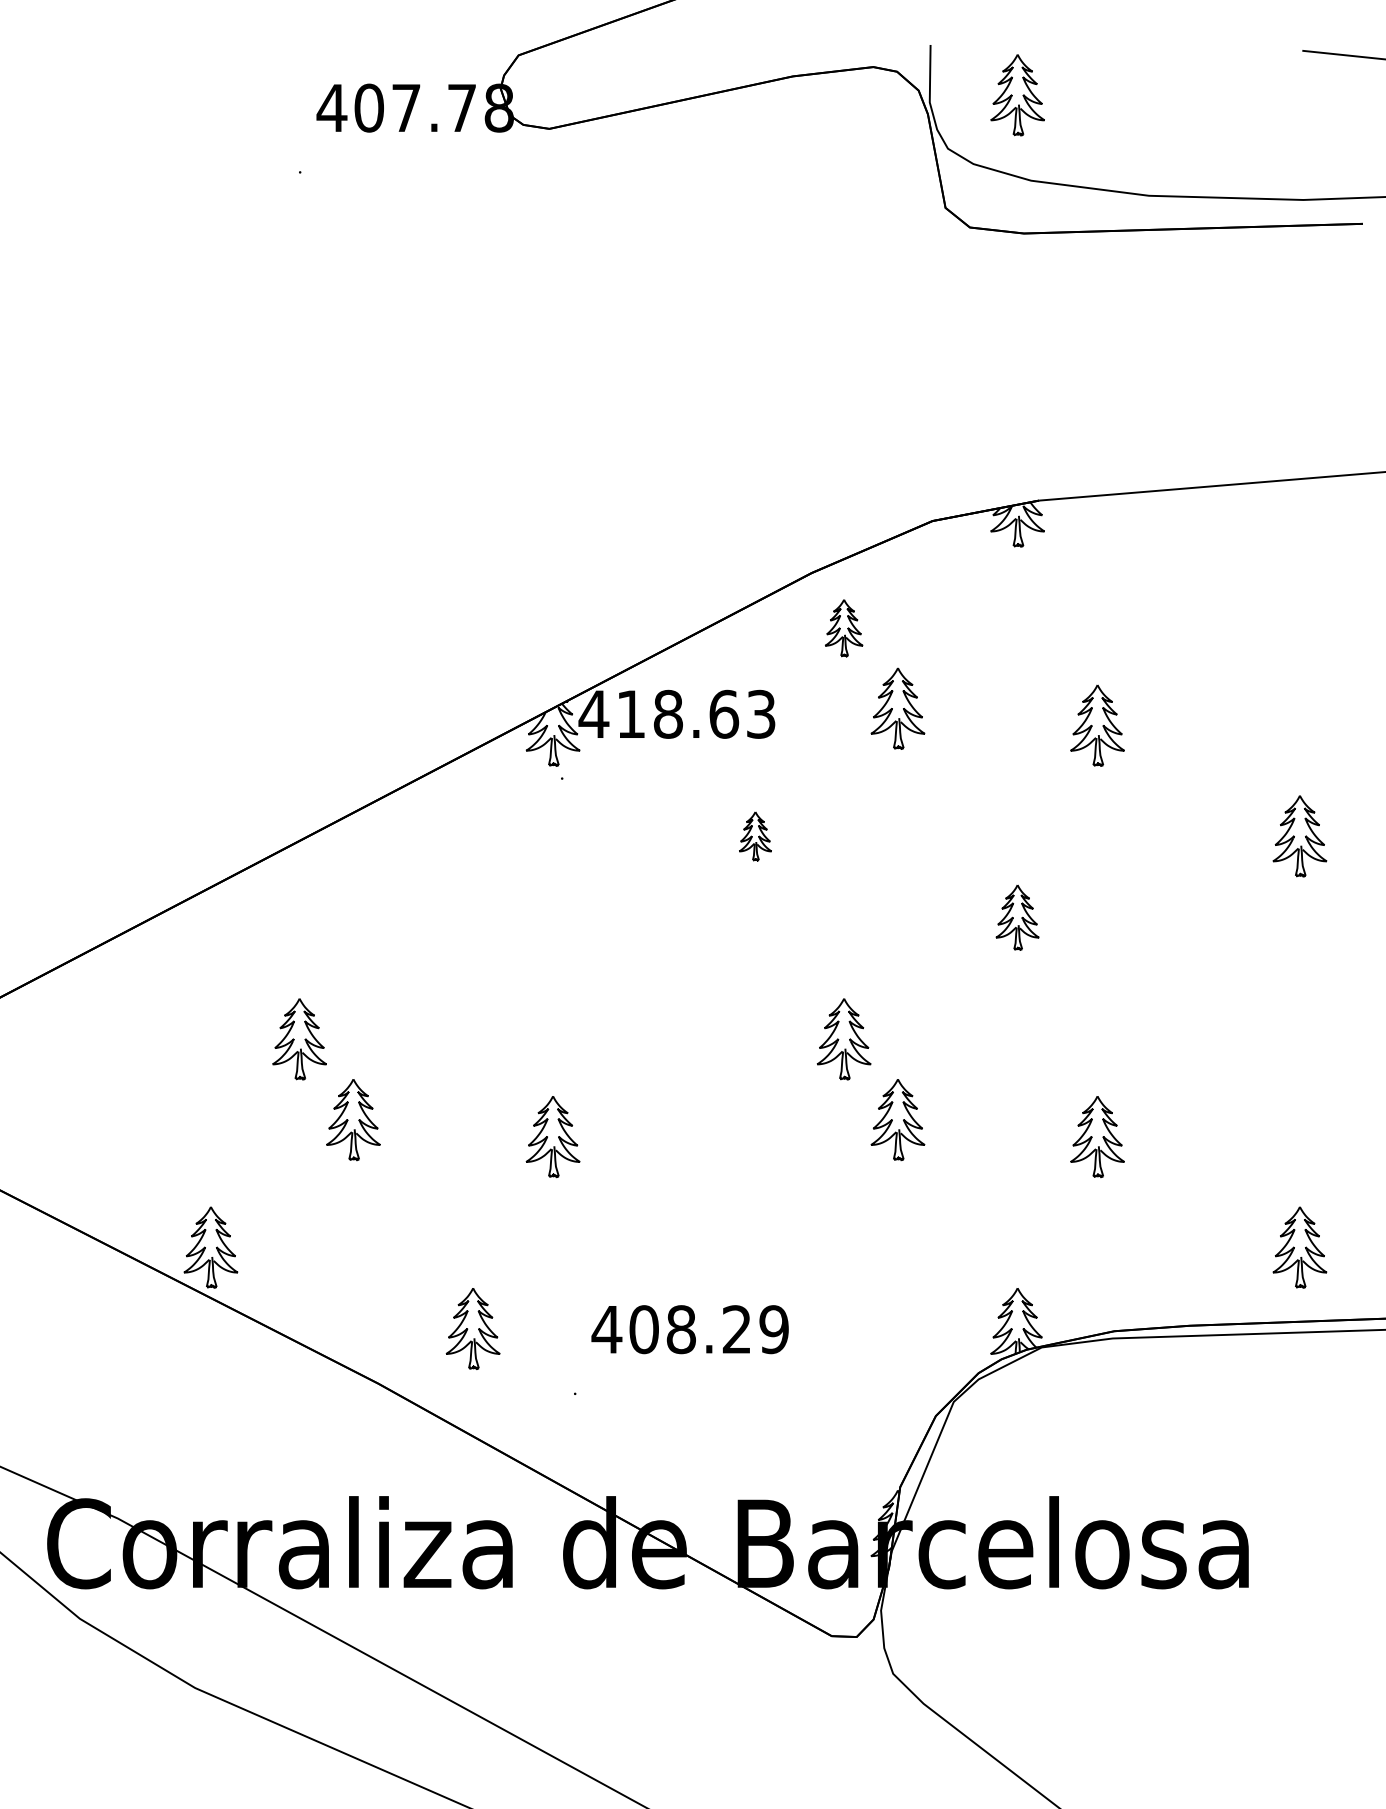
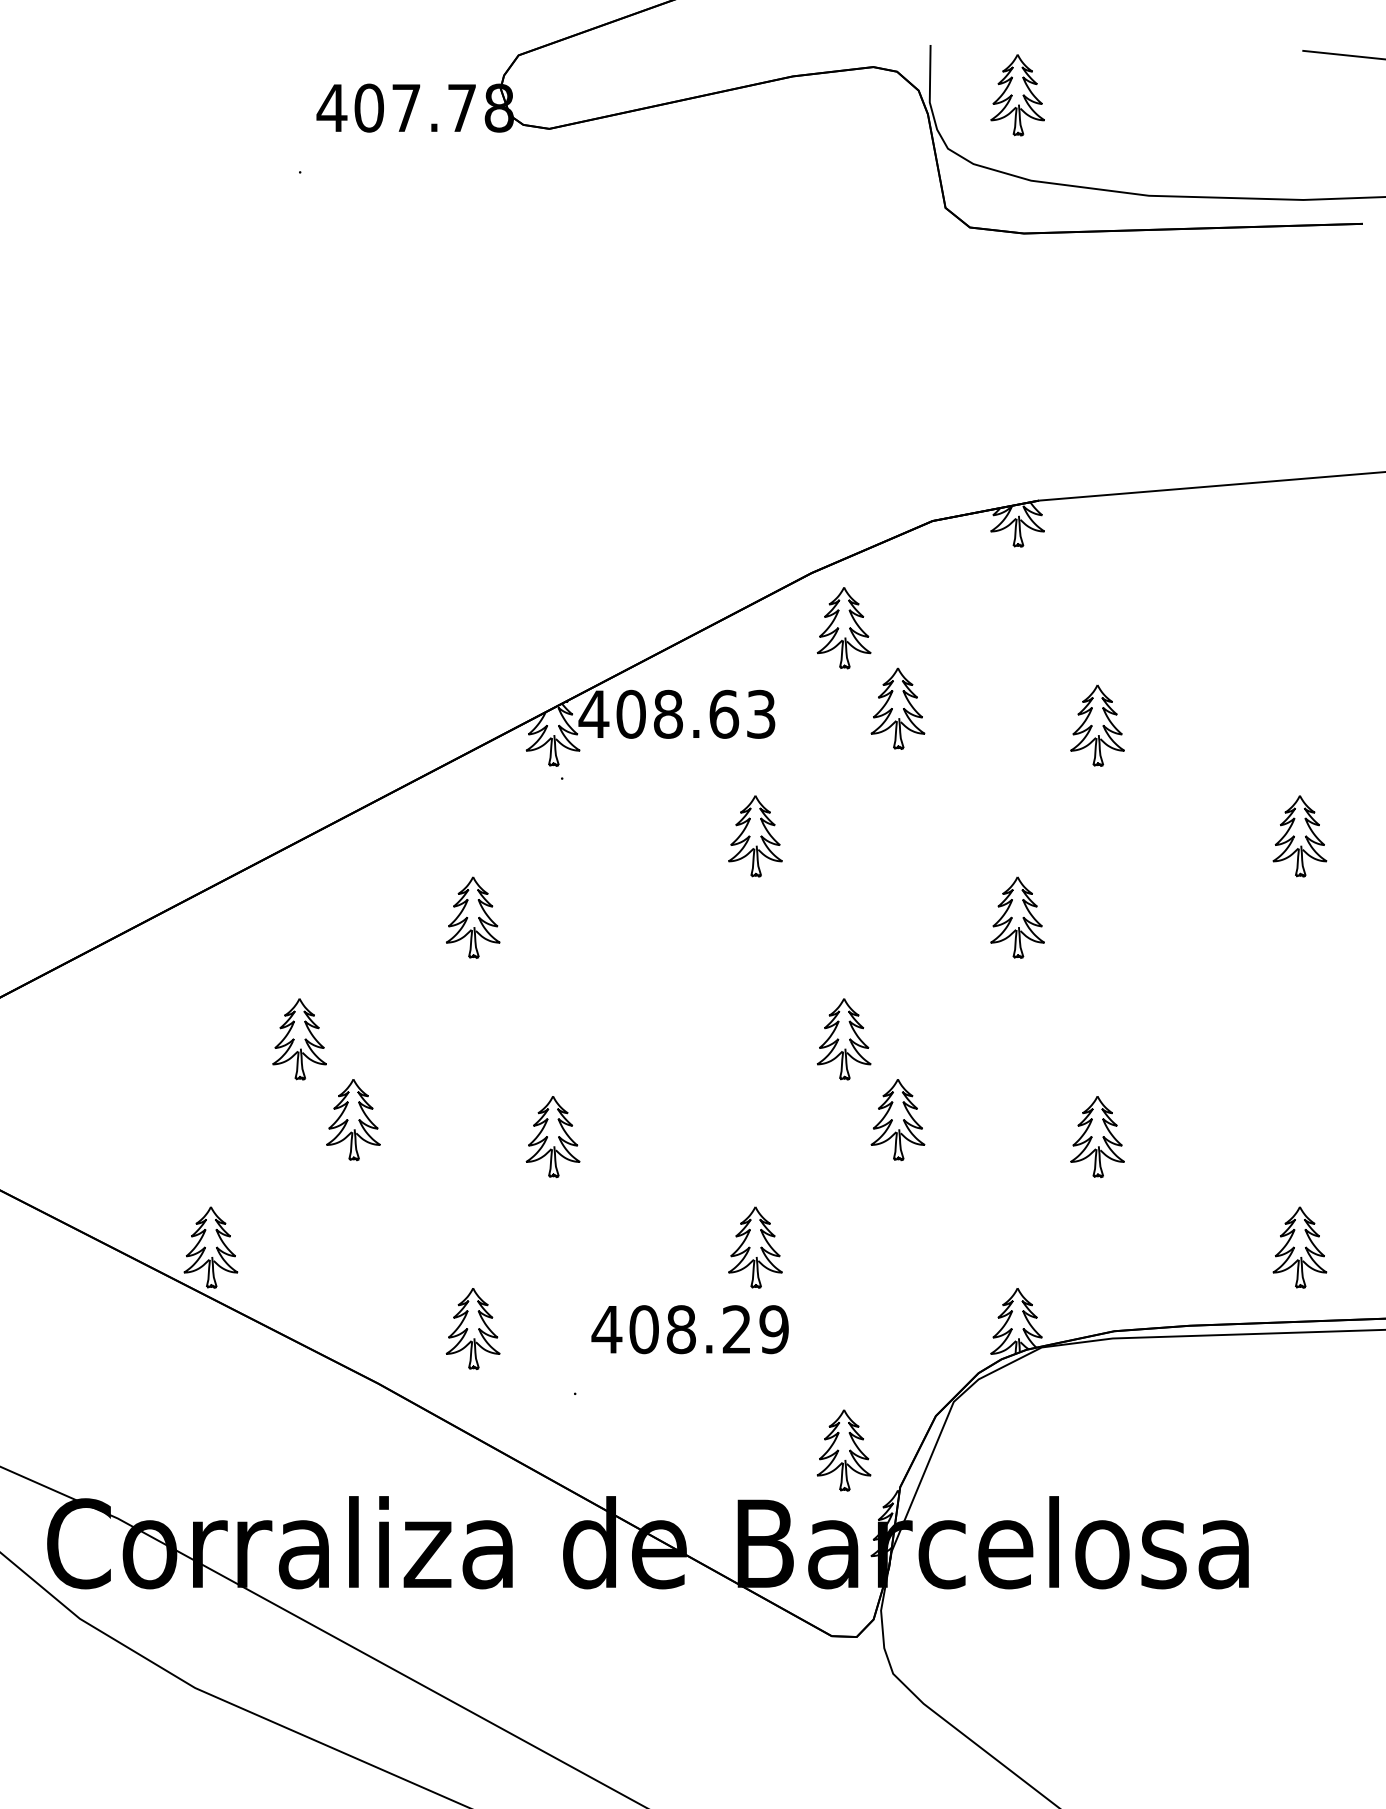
part at (844, 628) size: 39x59 px -> 56x83 px
text at (630, 713): 418.63 -> 408.63
part at (755, 836) size: 33x51 px -> 55x83 px
part at (473, 917): none -> present
part at (1017, 917) size: 45x67 px -> 55x83 px
part at (755, 1247): none -> present
part at (843, 1450): none -> present
